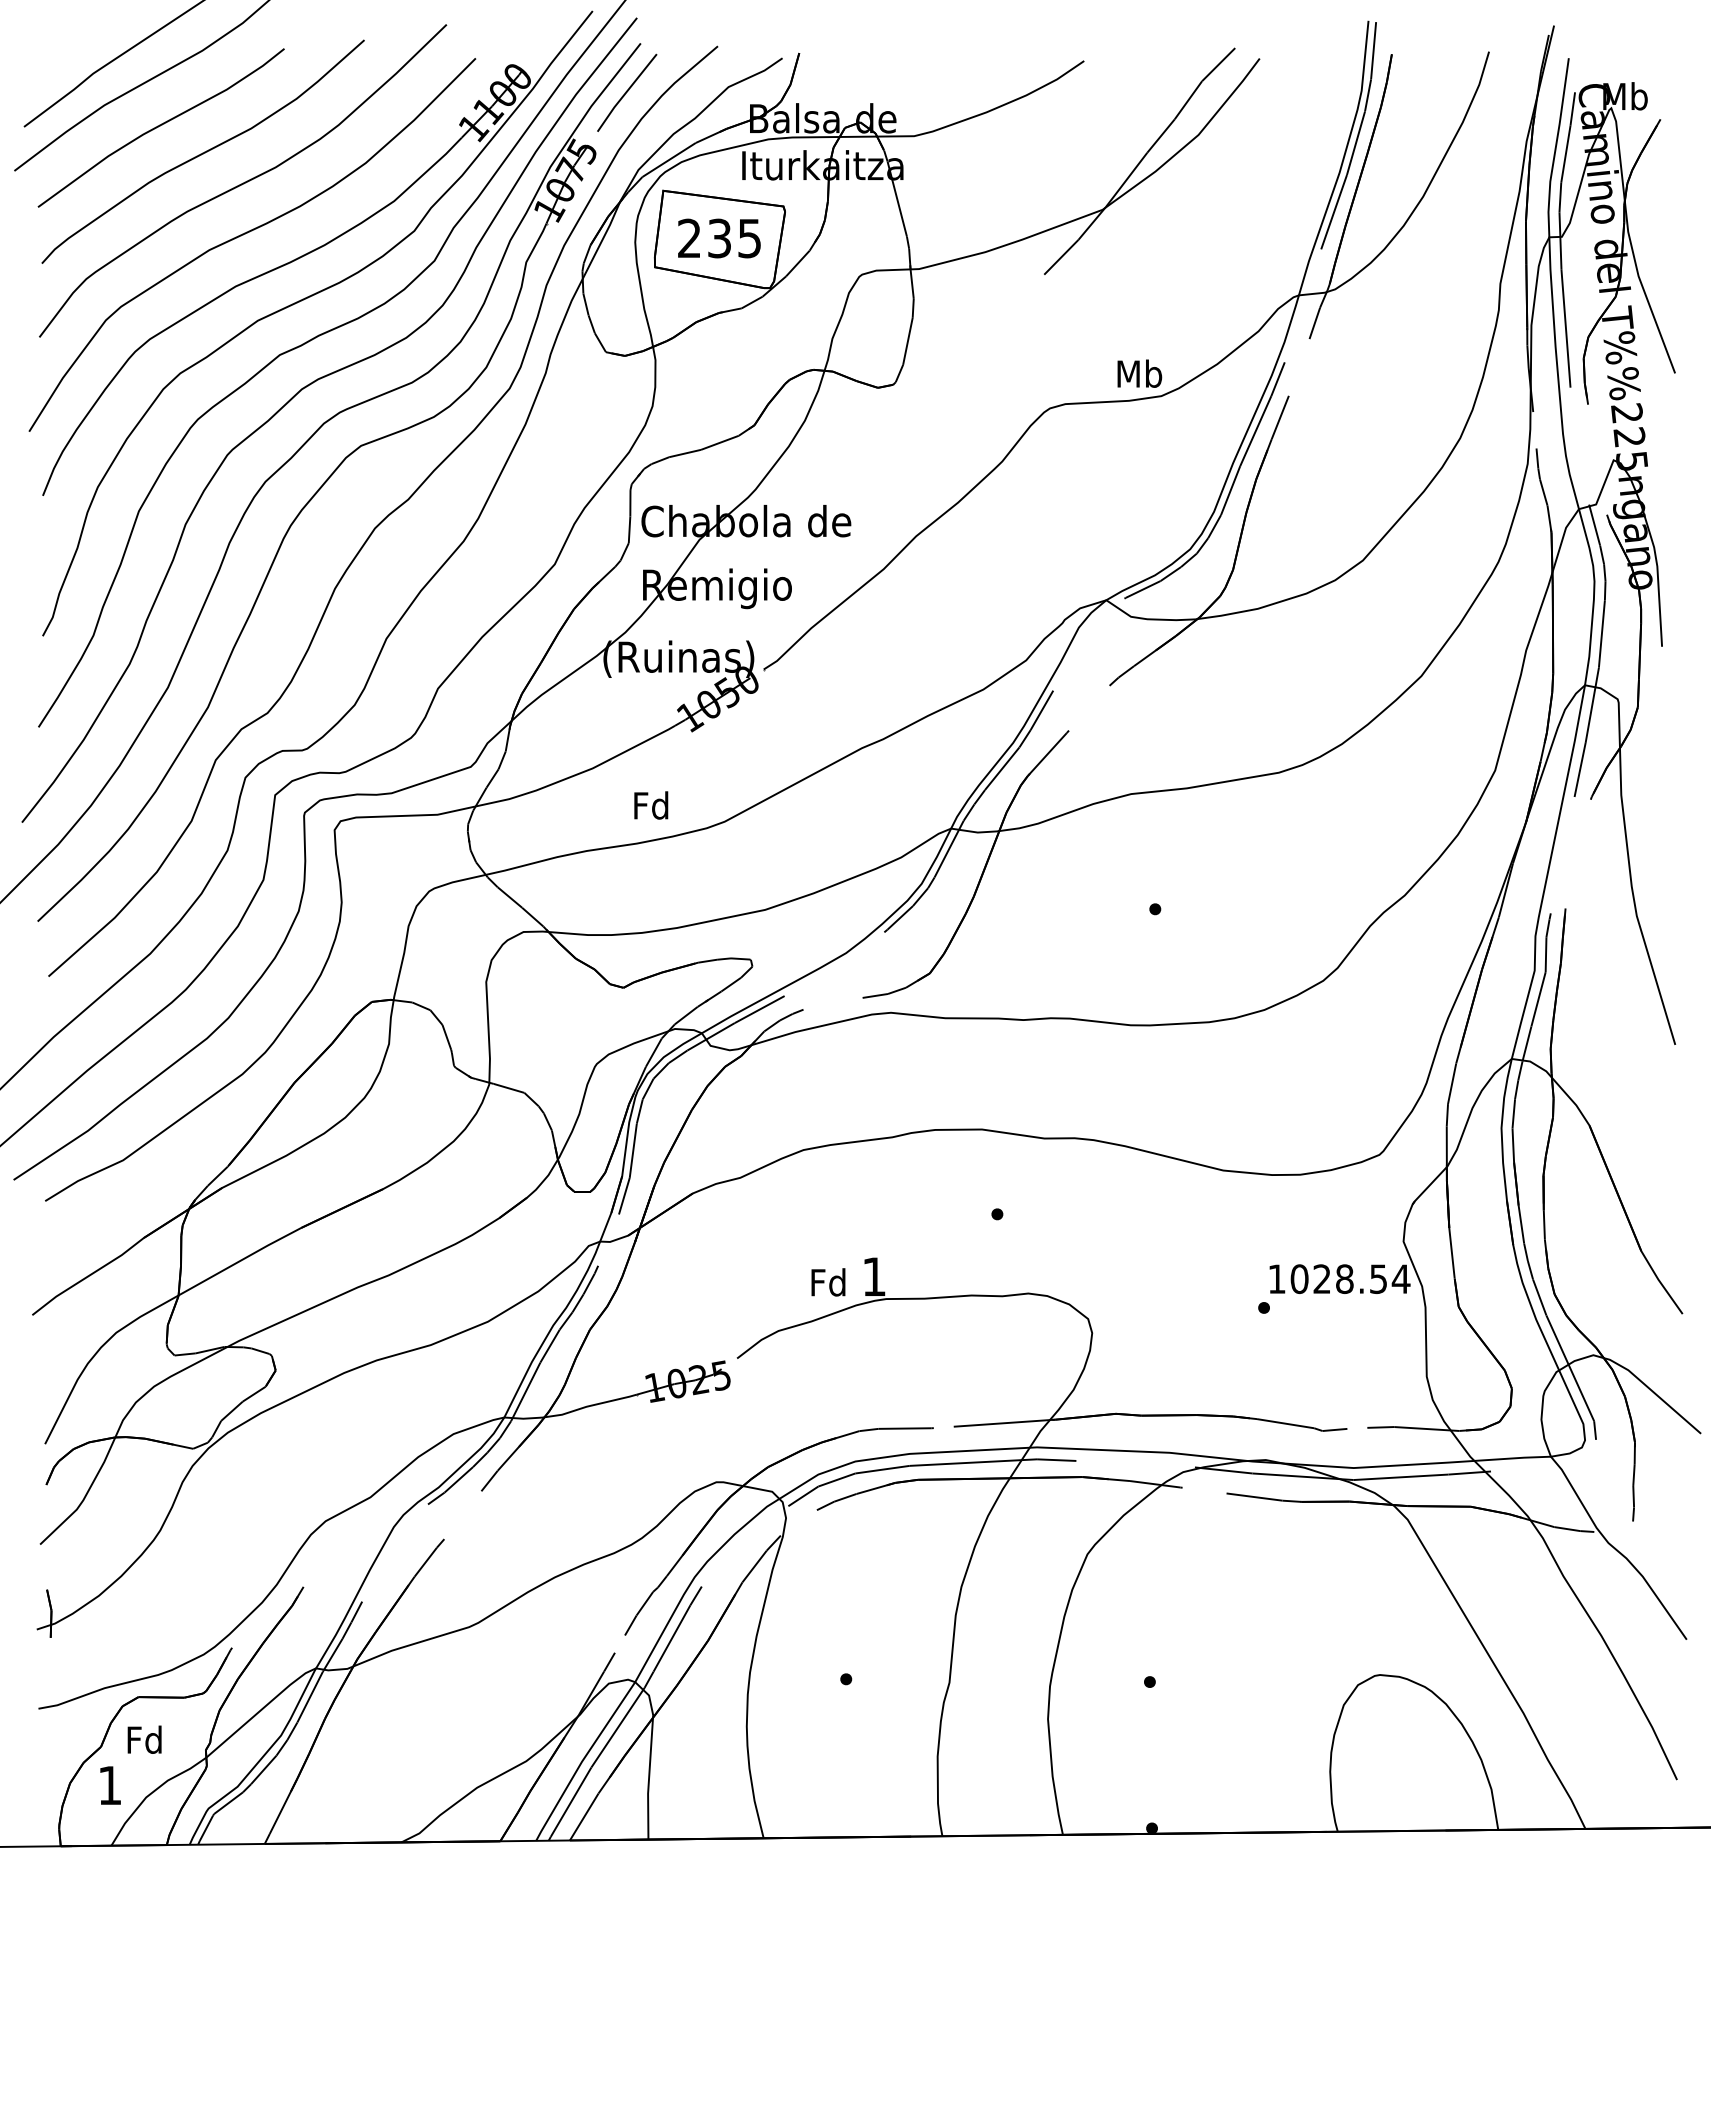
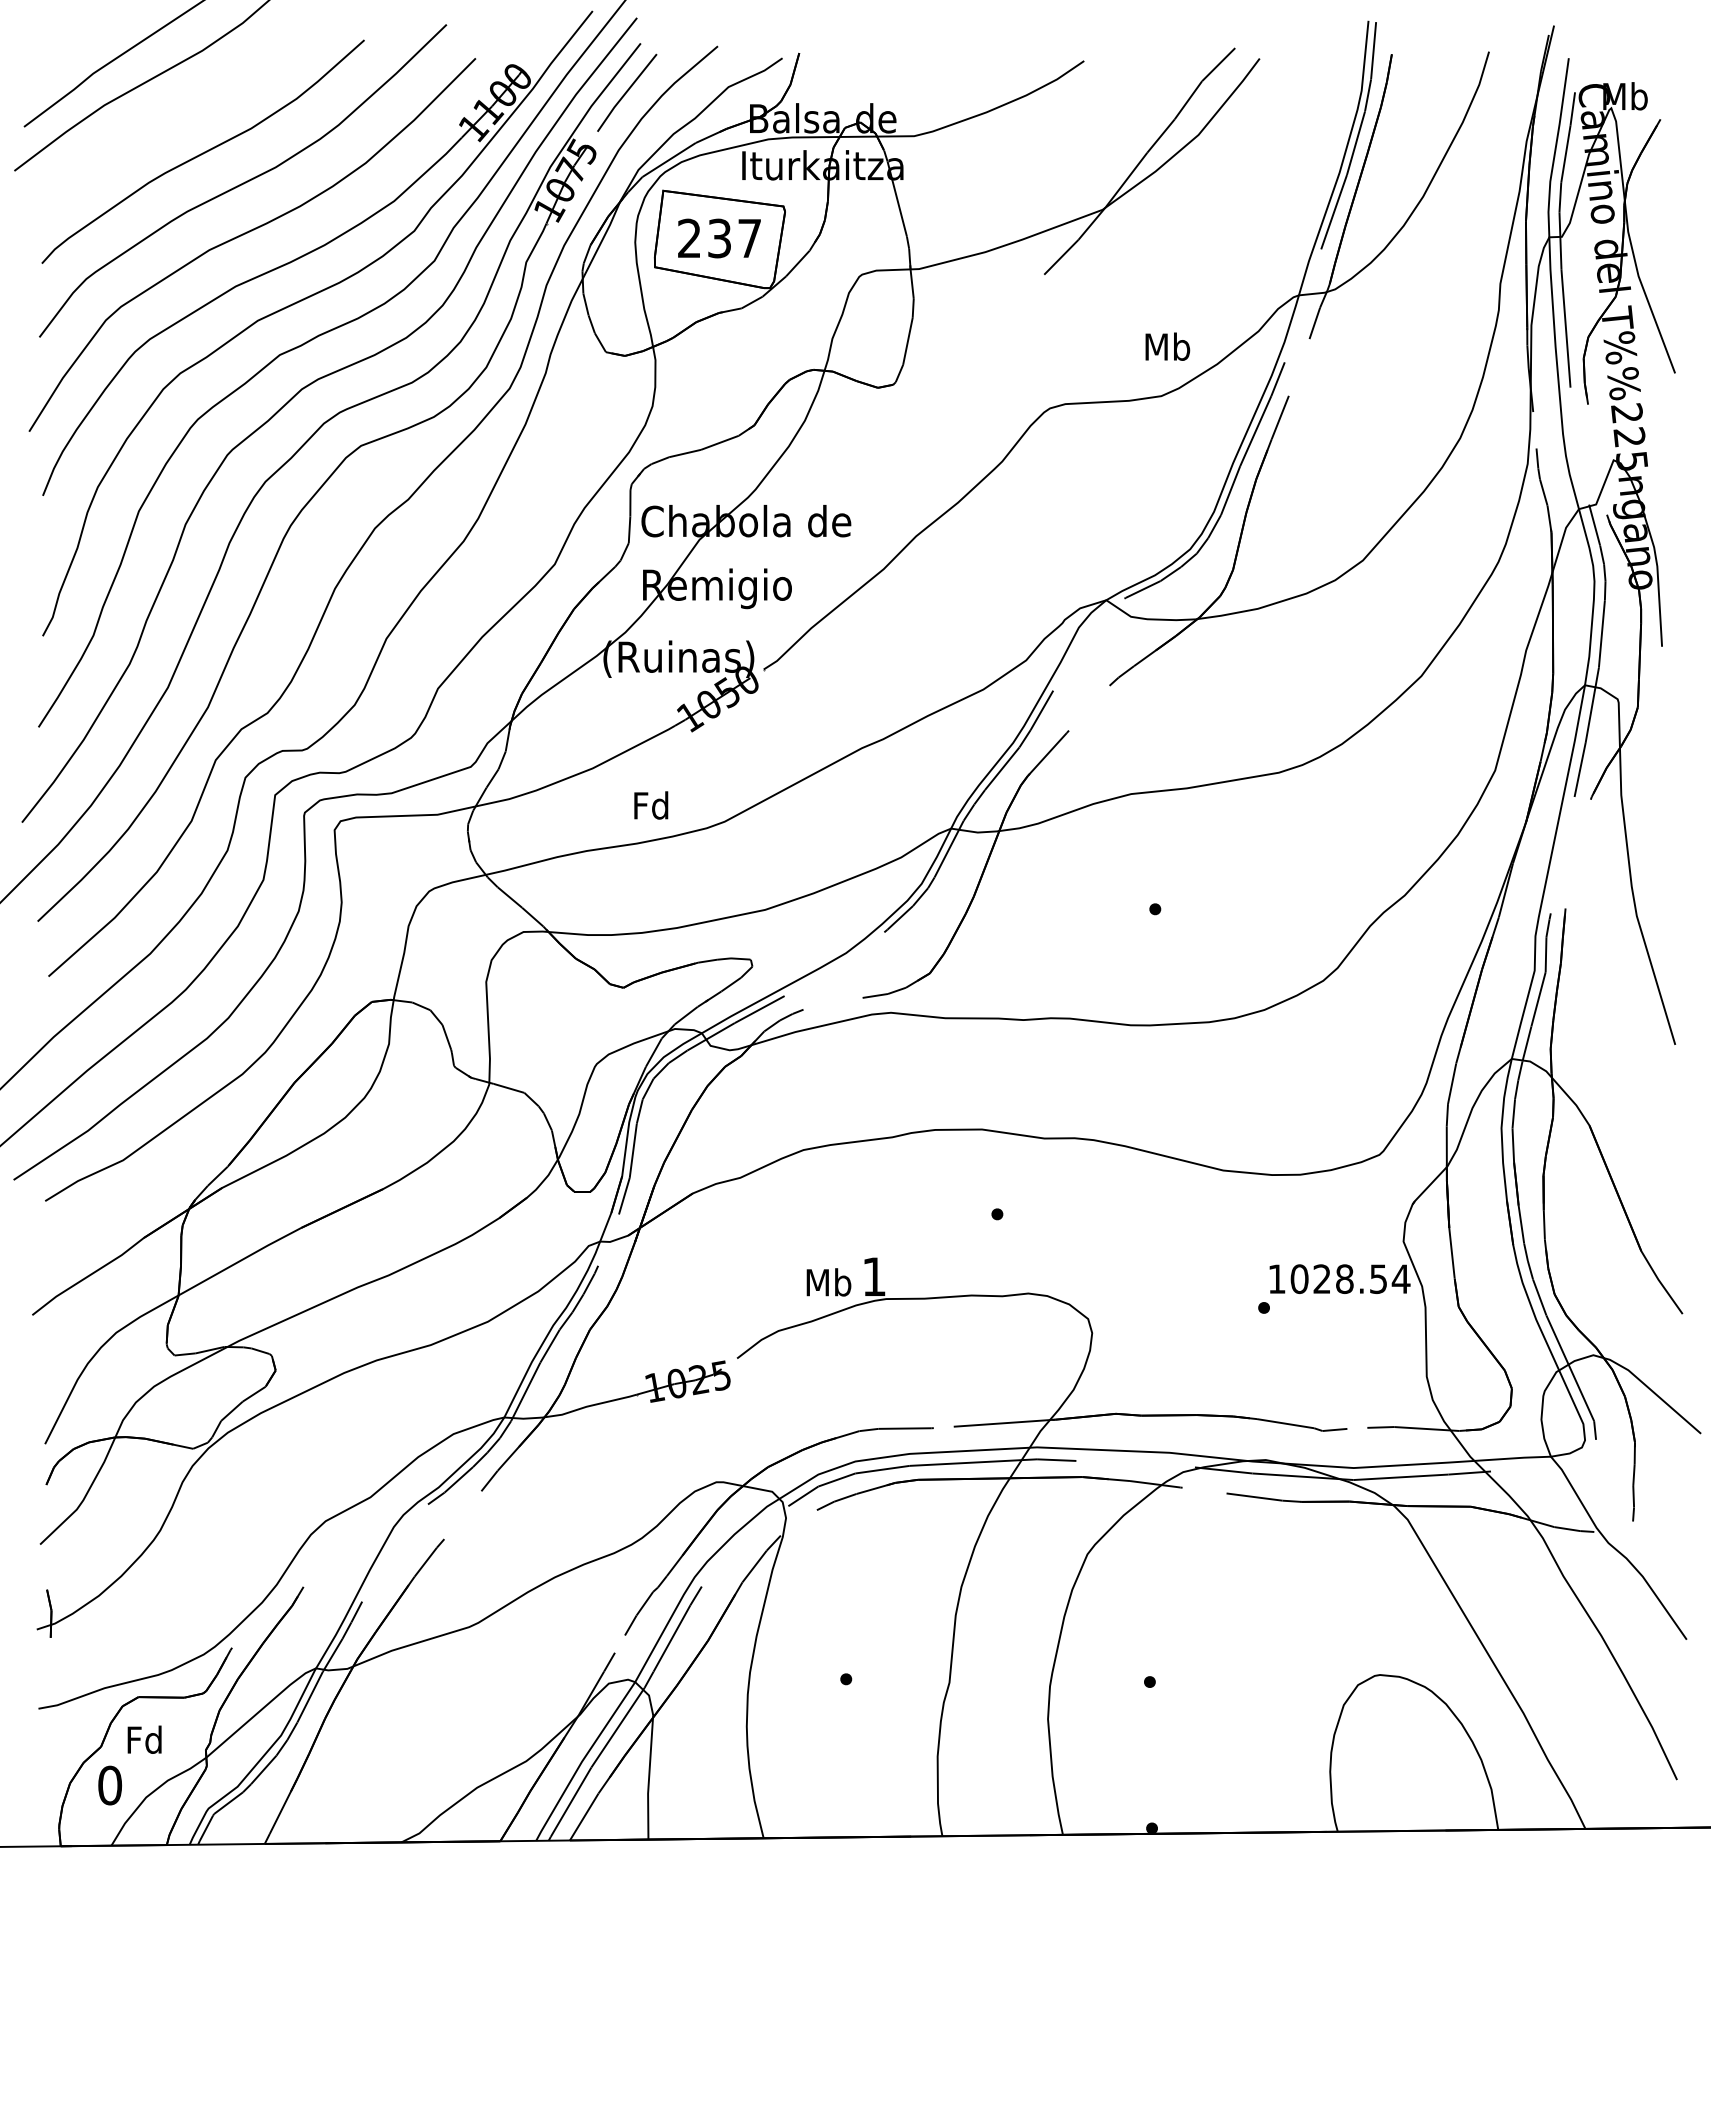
curve at (160, 126): present -> none
text at (749, 238): 235 -> 237
text at (1139, 373) position: (1139, 373) -> (1167, 346)
text at (828, 1282): Fd -> Mb
text at (110, 1785): 1 -> 0
